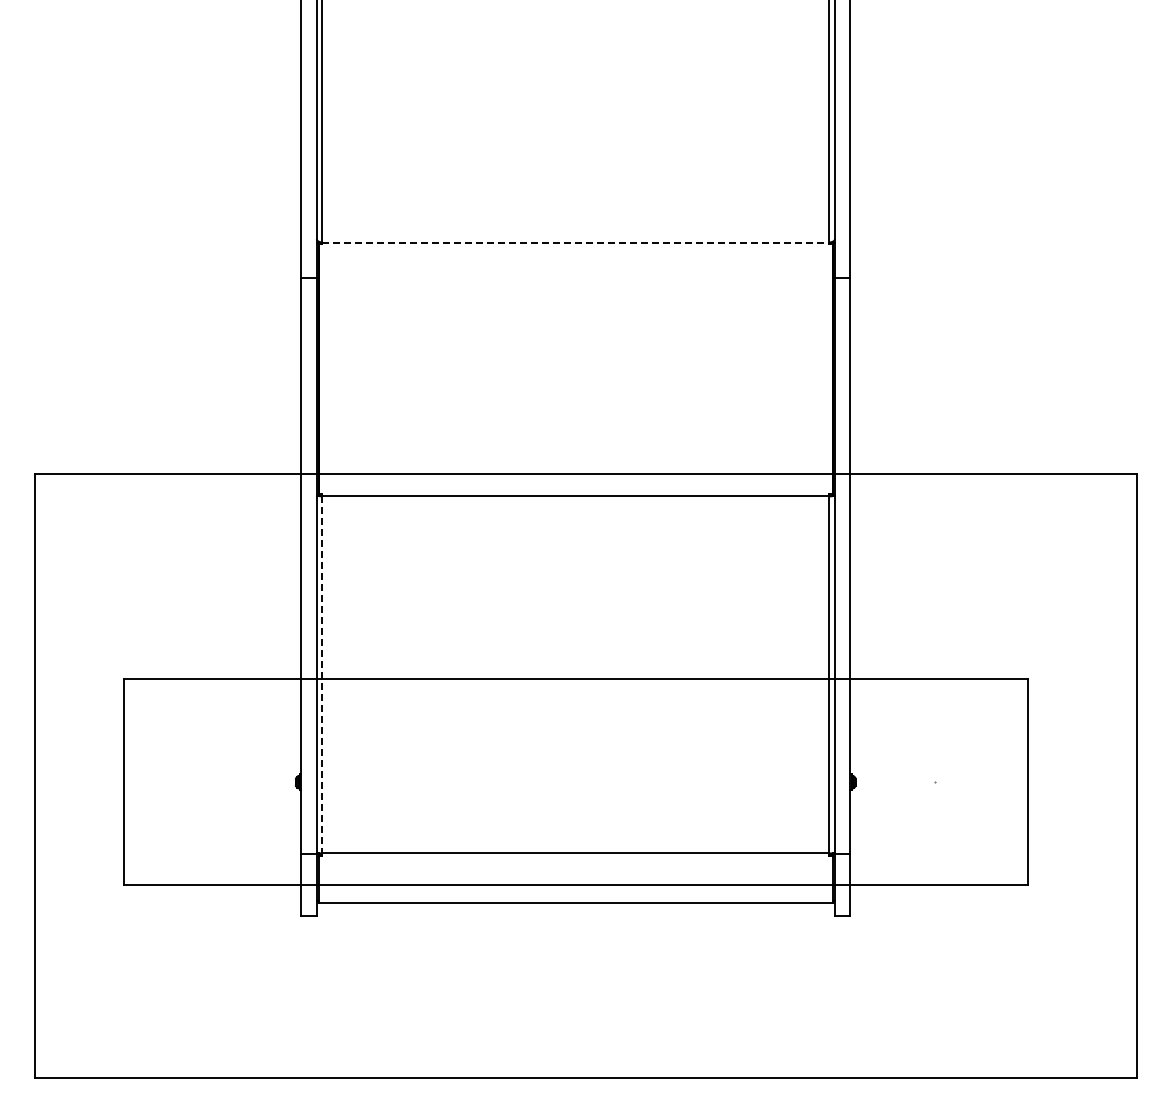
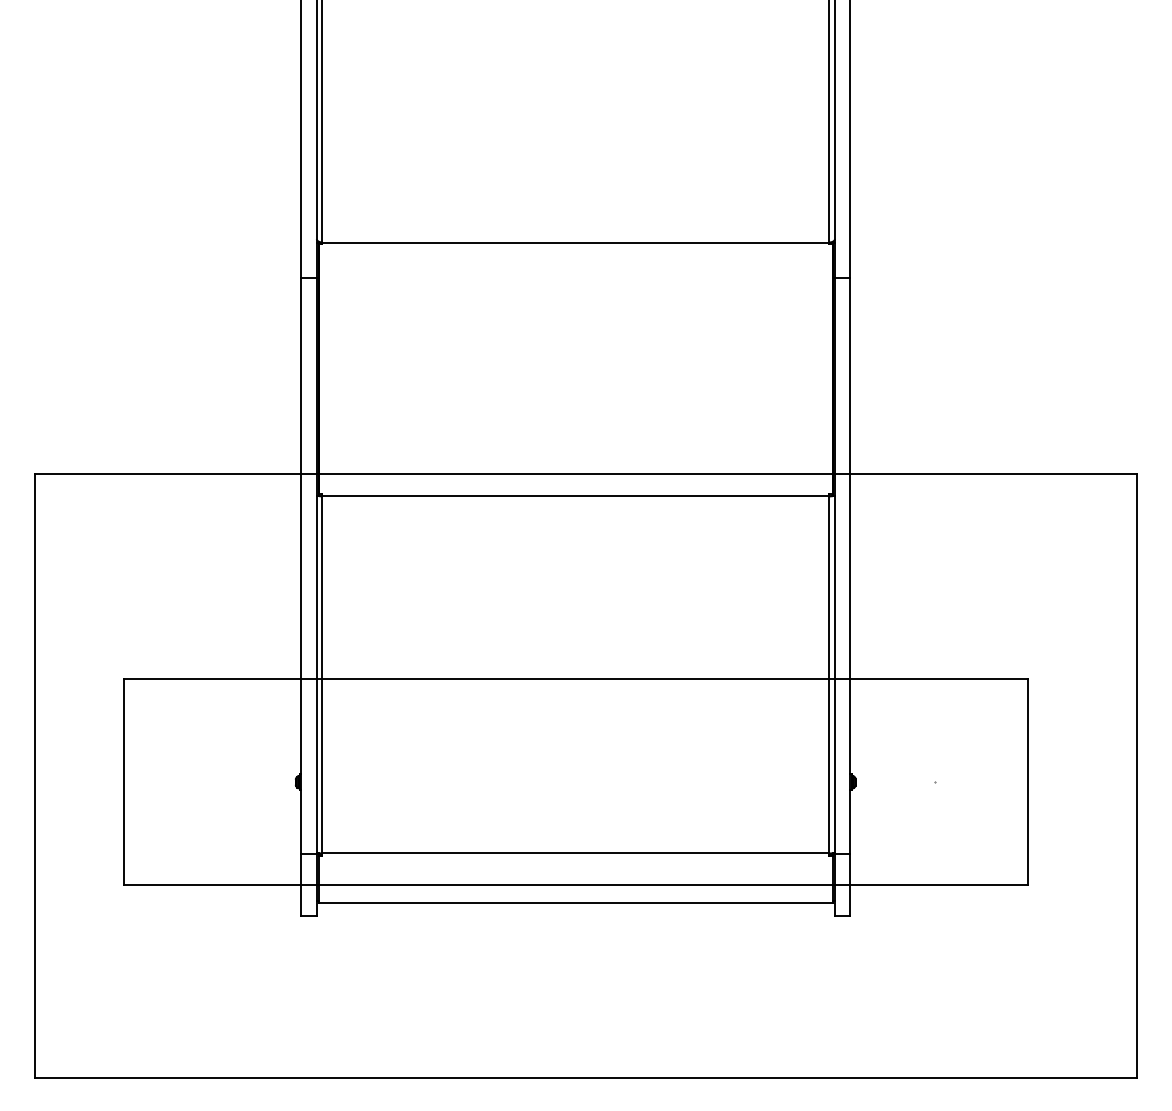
line at (576, 242): dashed -> solid
line at (322, 674): dashed -> solid
